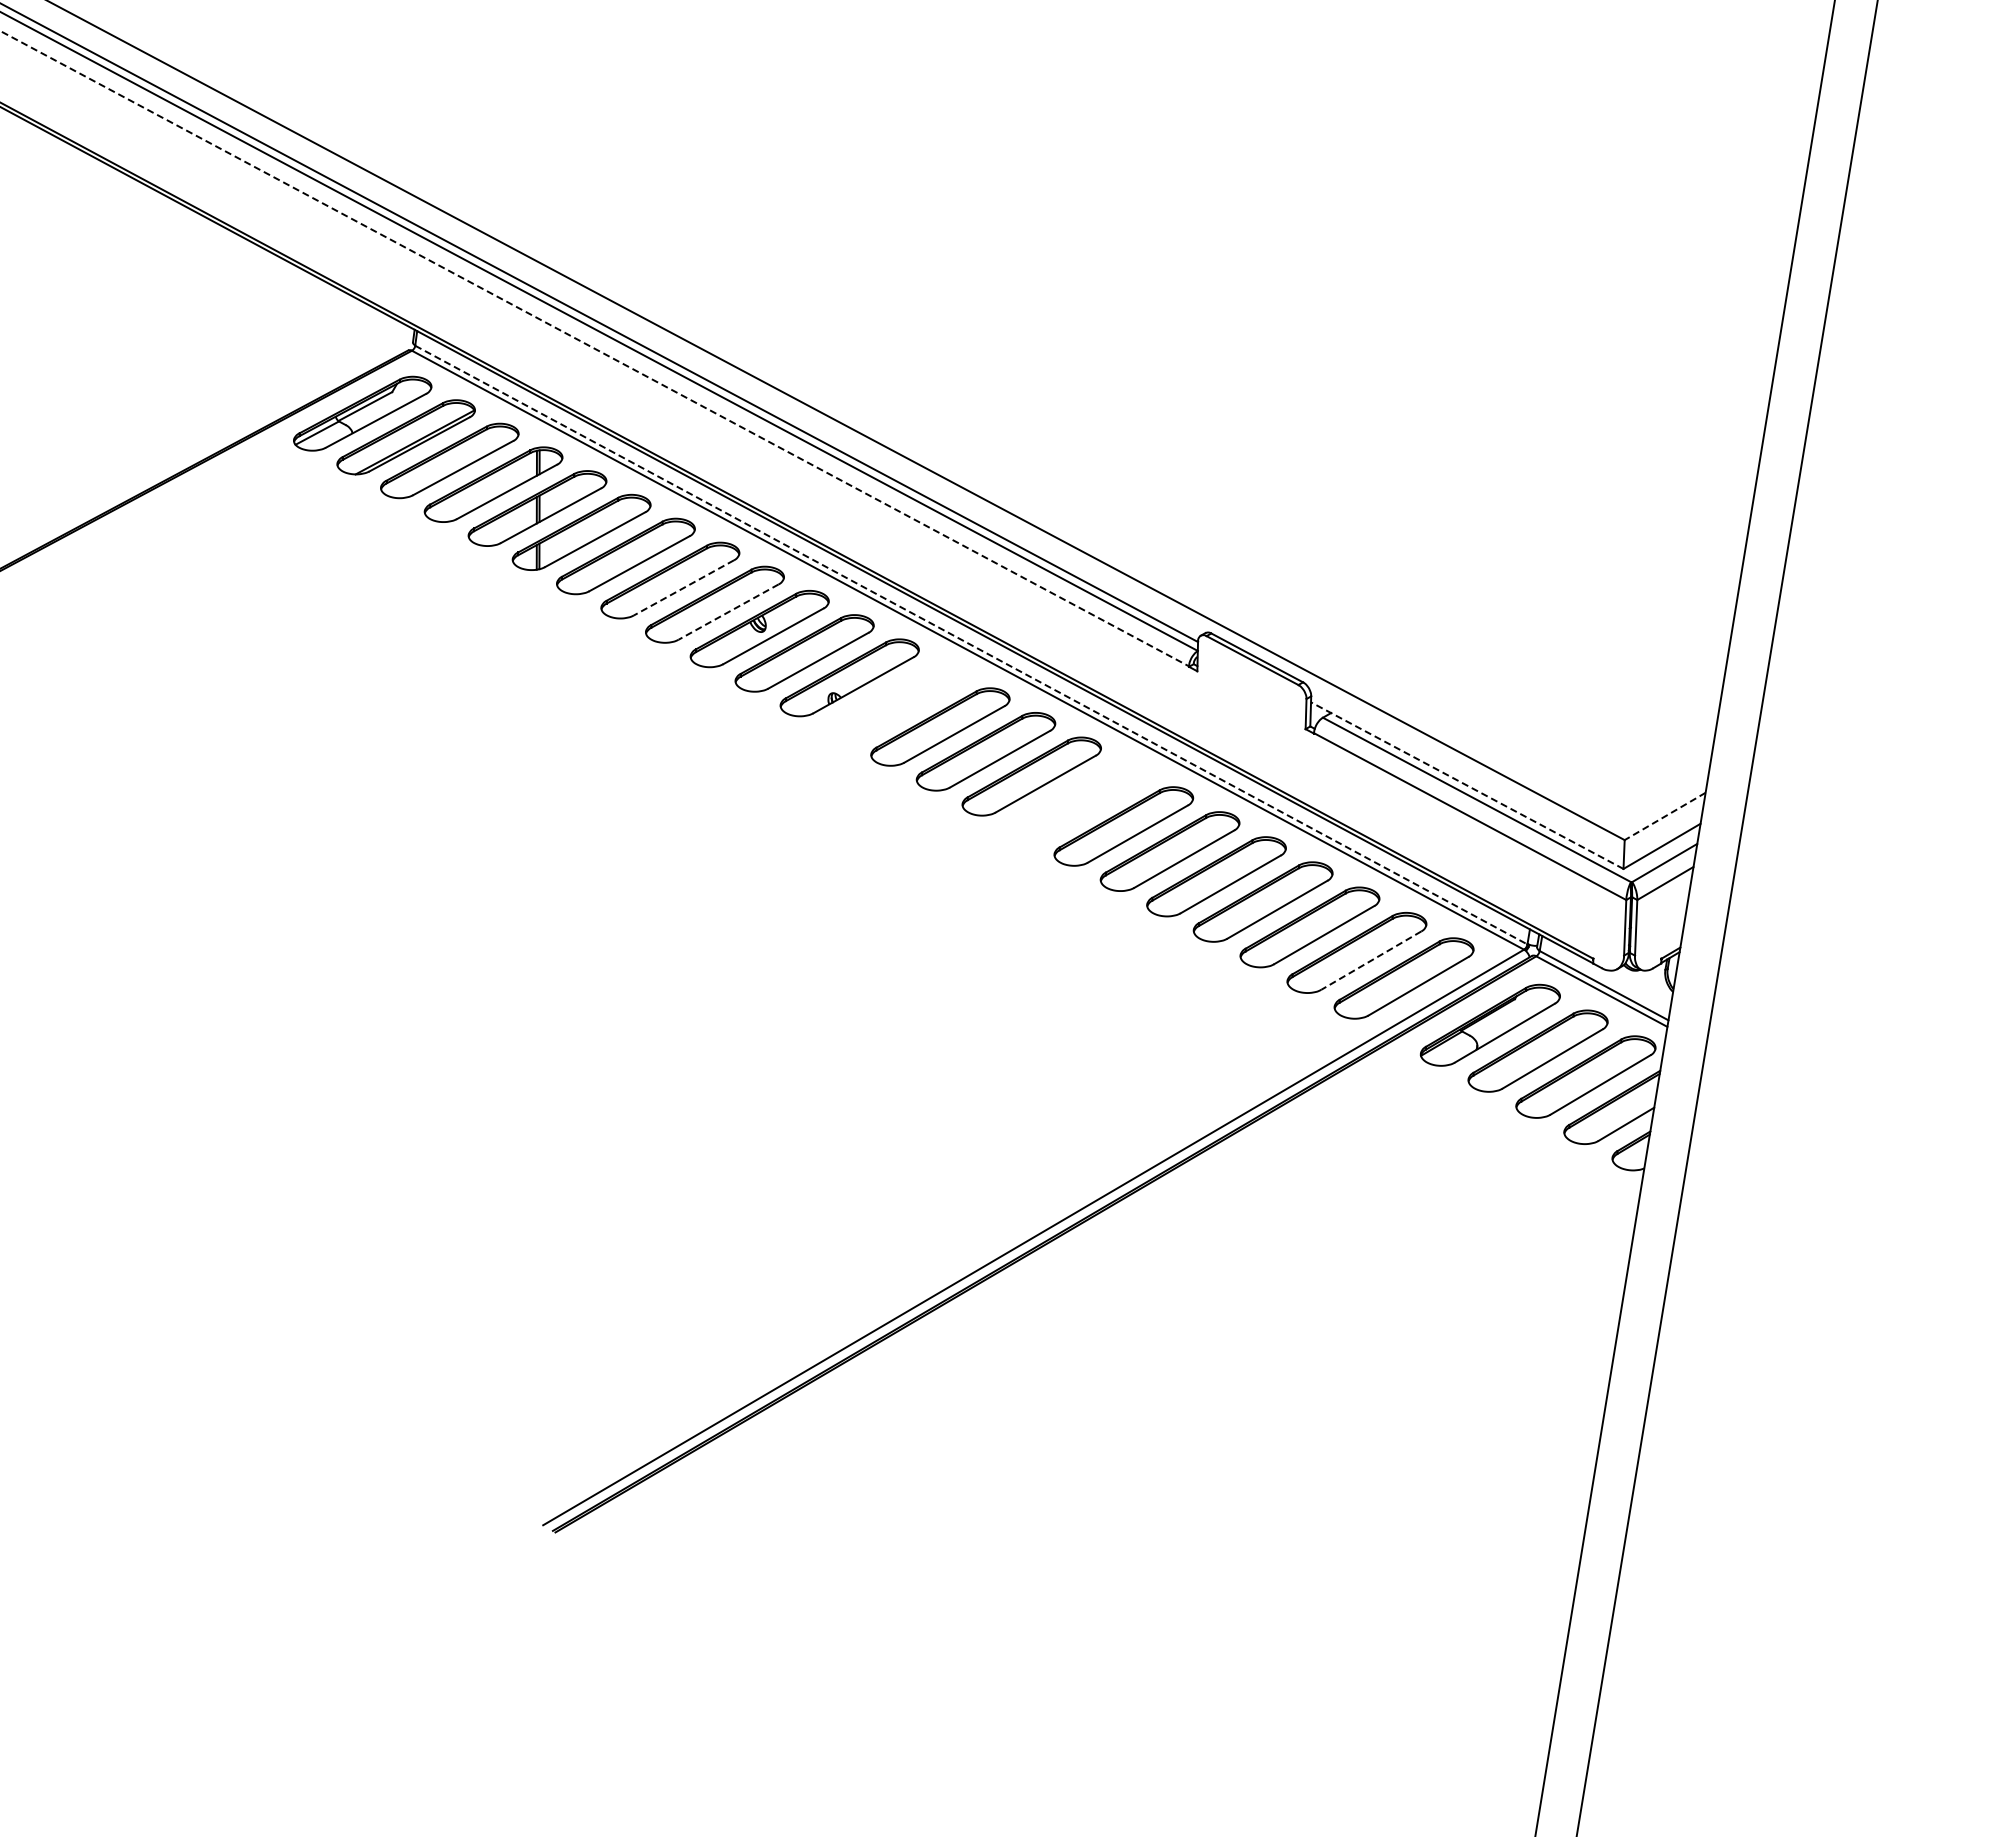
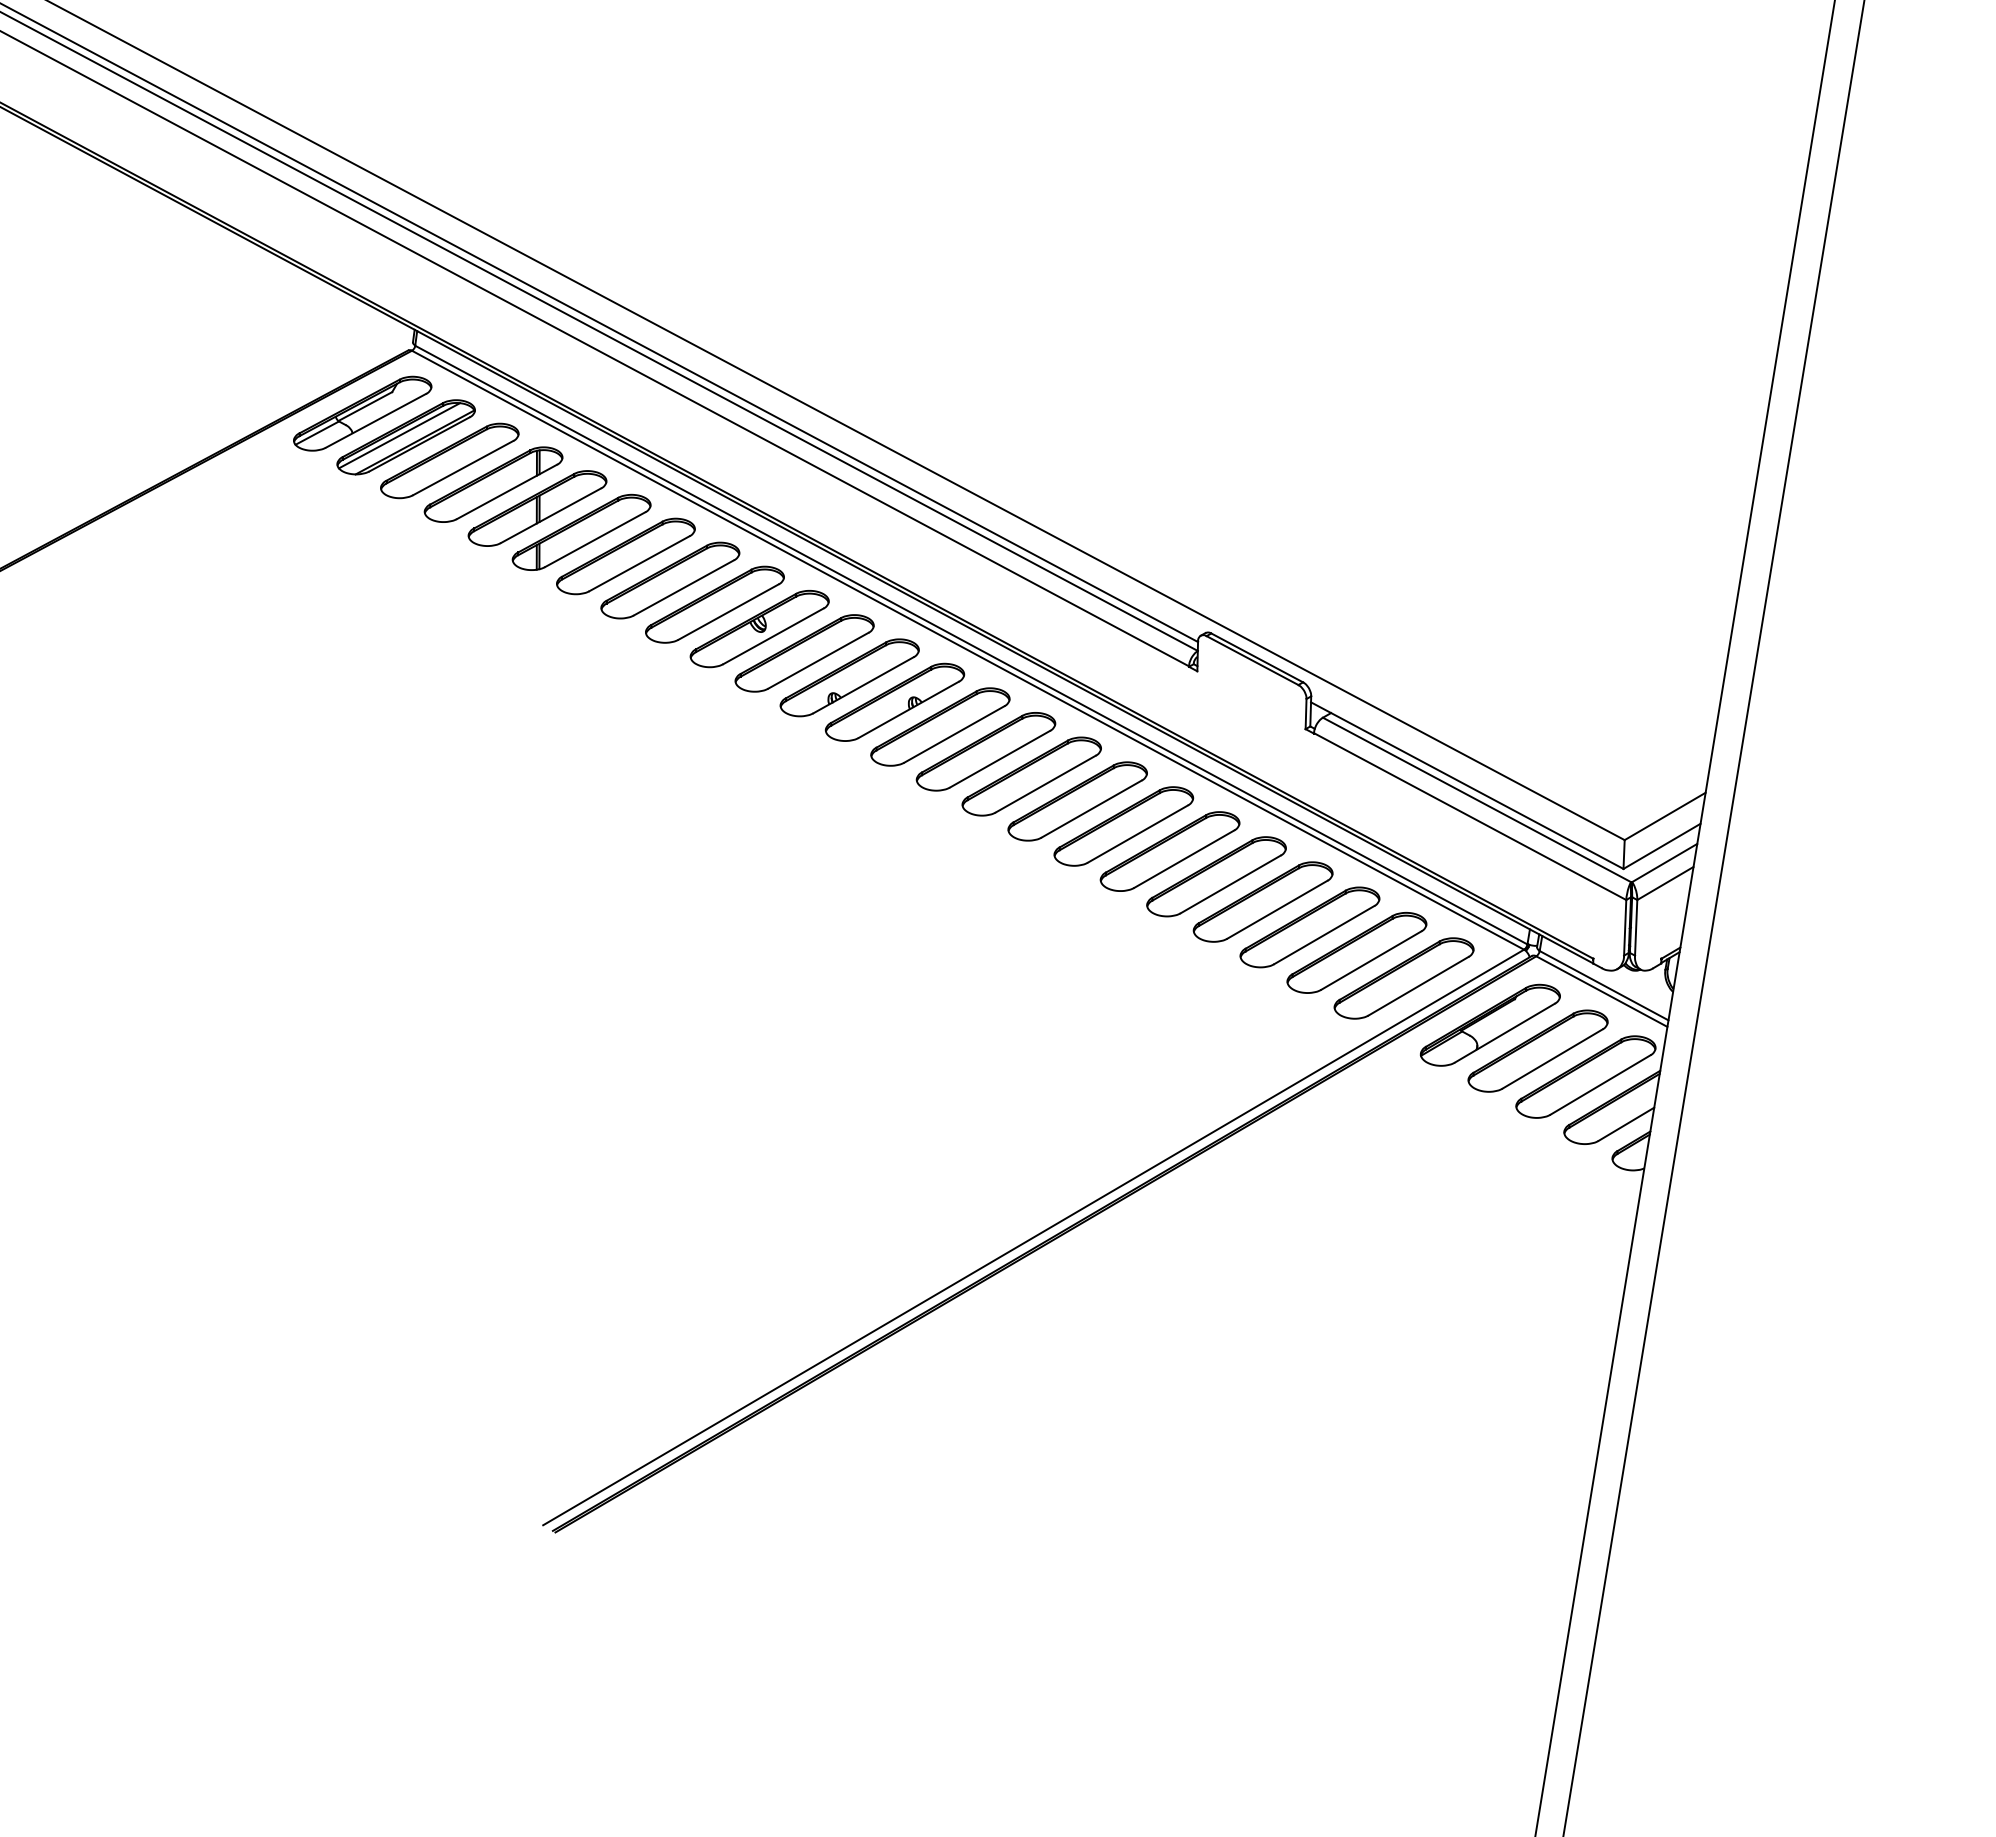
line at (594, 348): dashed -> solid
line at (399, 435): none -> present
line at (683, 588): dashed -> solid
line at (728, 612): dashed -> solid
line at (971, 645): dashed -> solid
part at (894, 701): none -> present
line at (1466, 785): dashed -> solid
part at (1077, 801): none -> present
line at (1665, 816): dashed -> solid
line at (1727, 917) position: (1727, 917) -> (1713, 917)
line at (1371, 960): dashed -> solid
